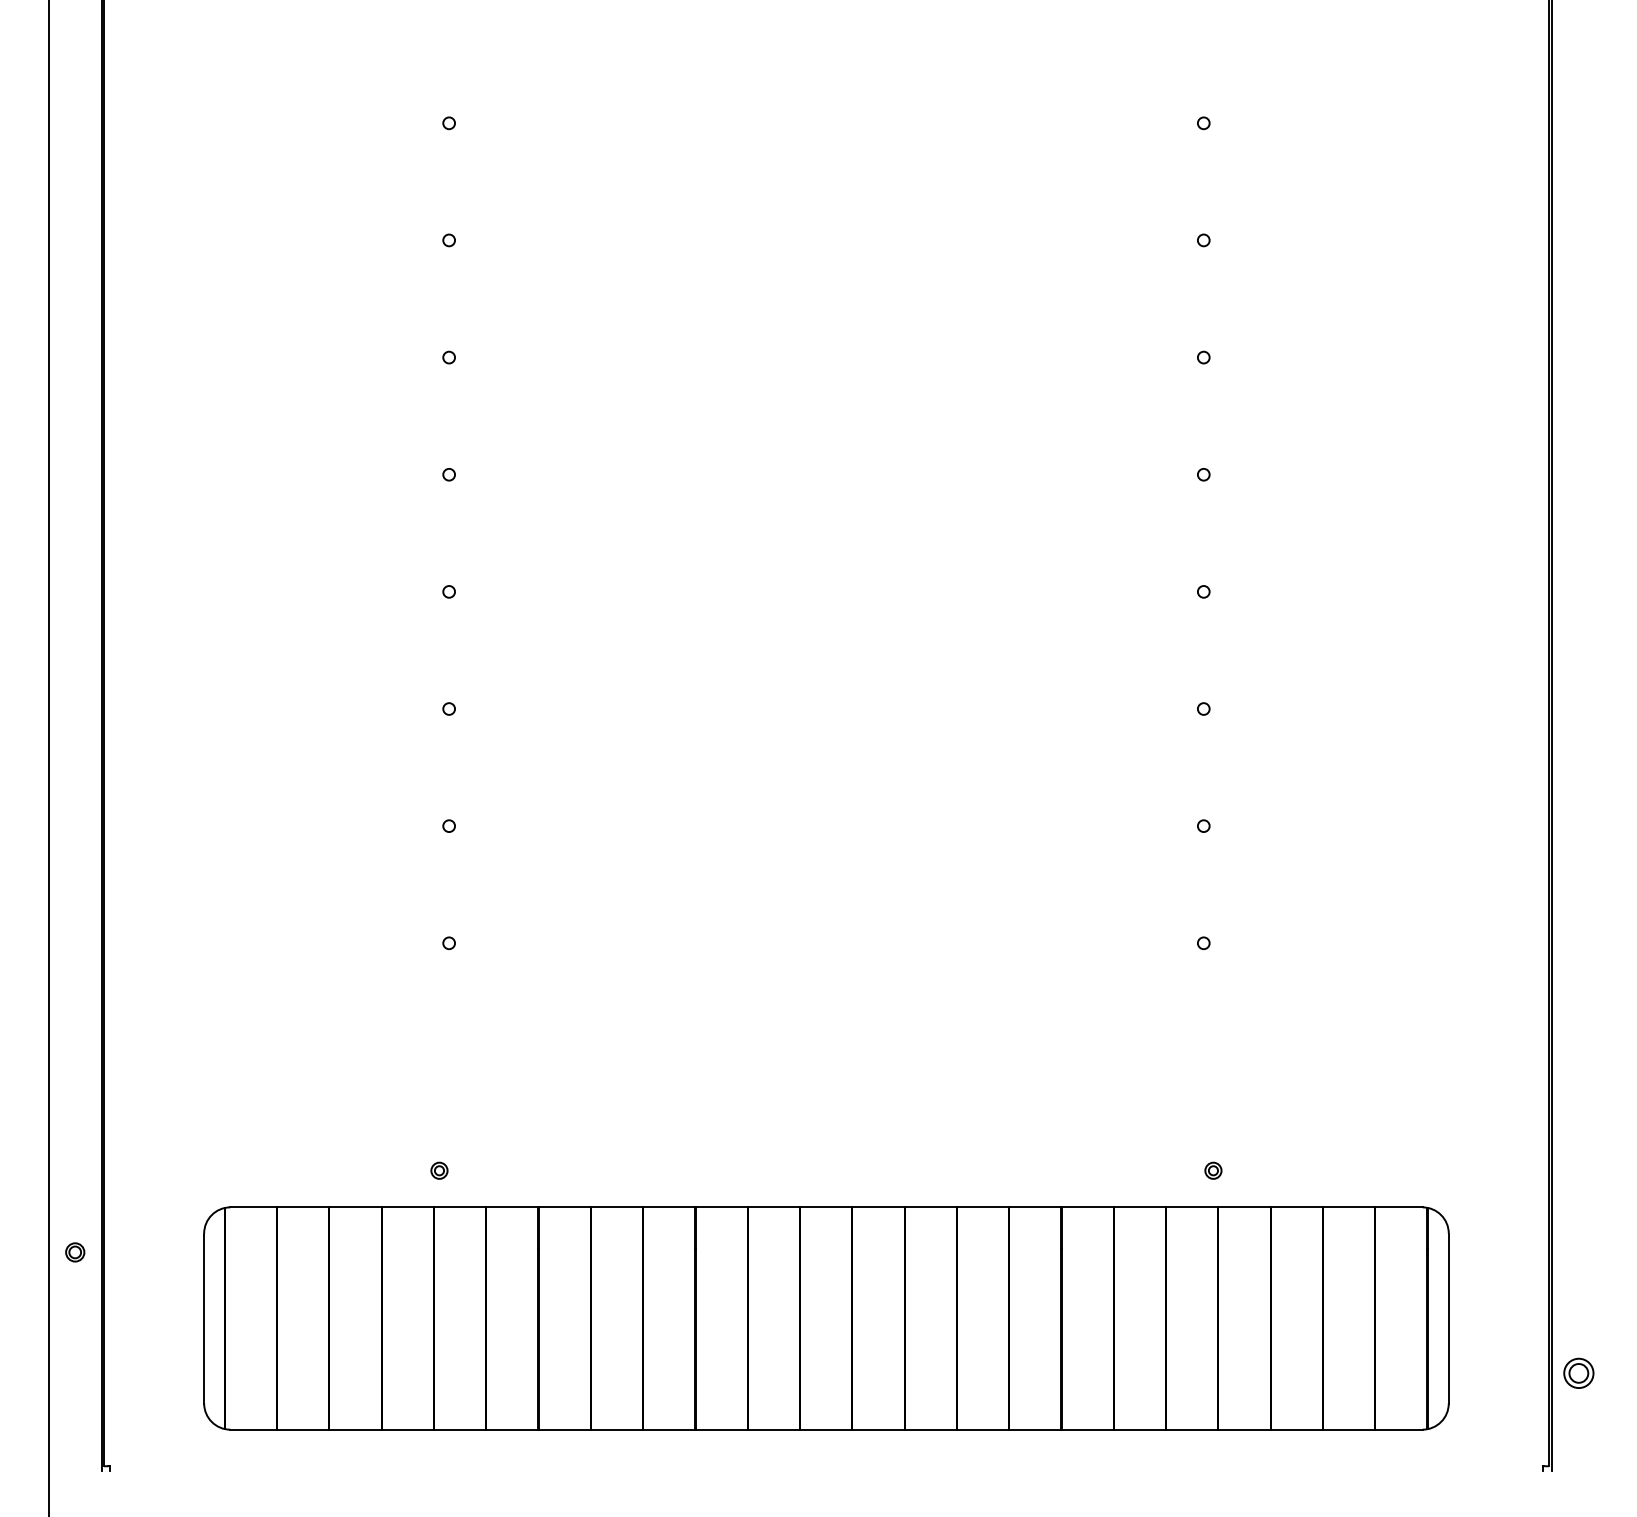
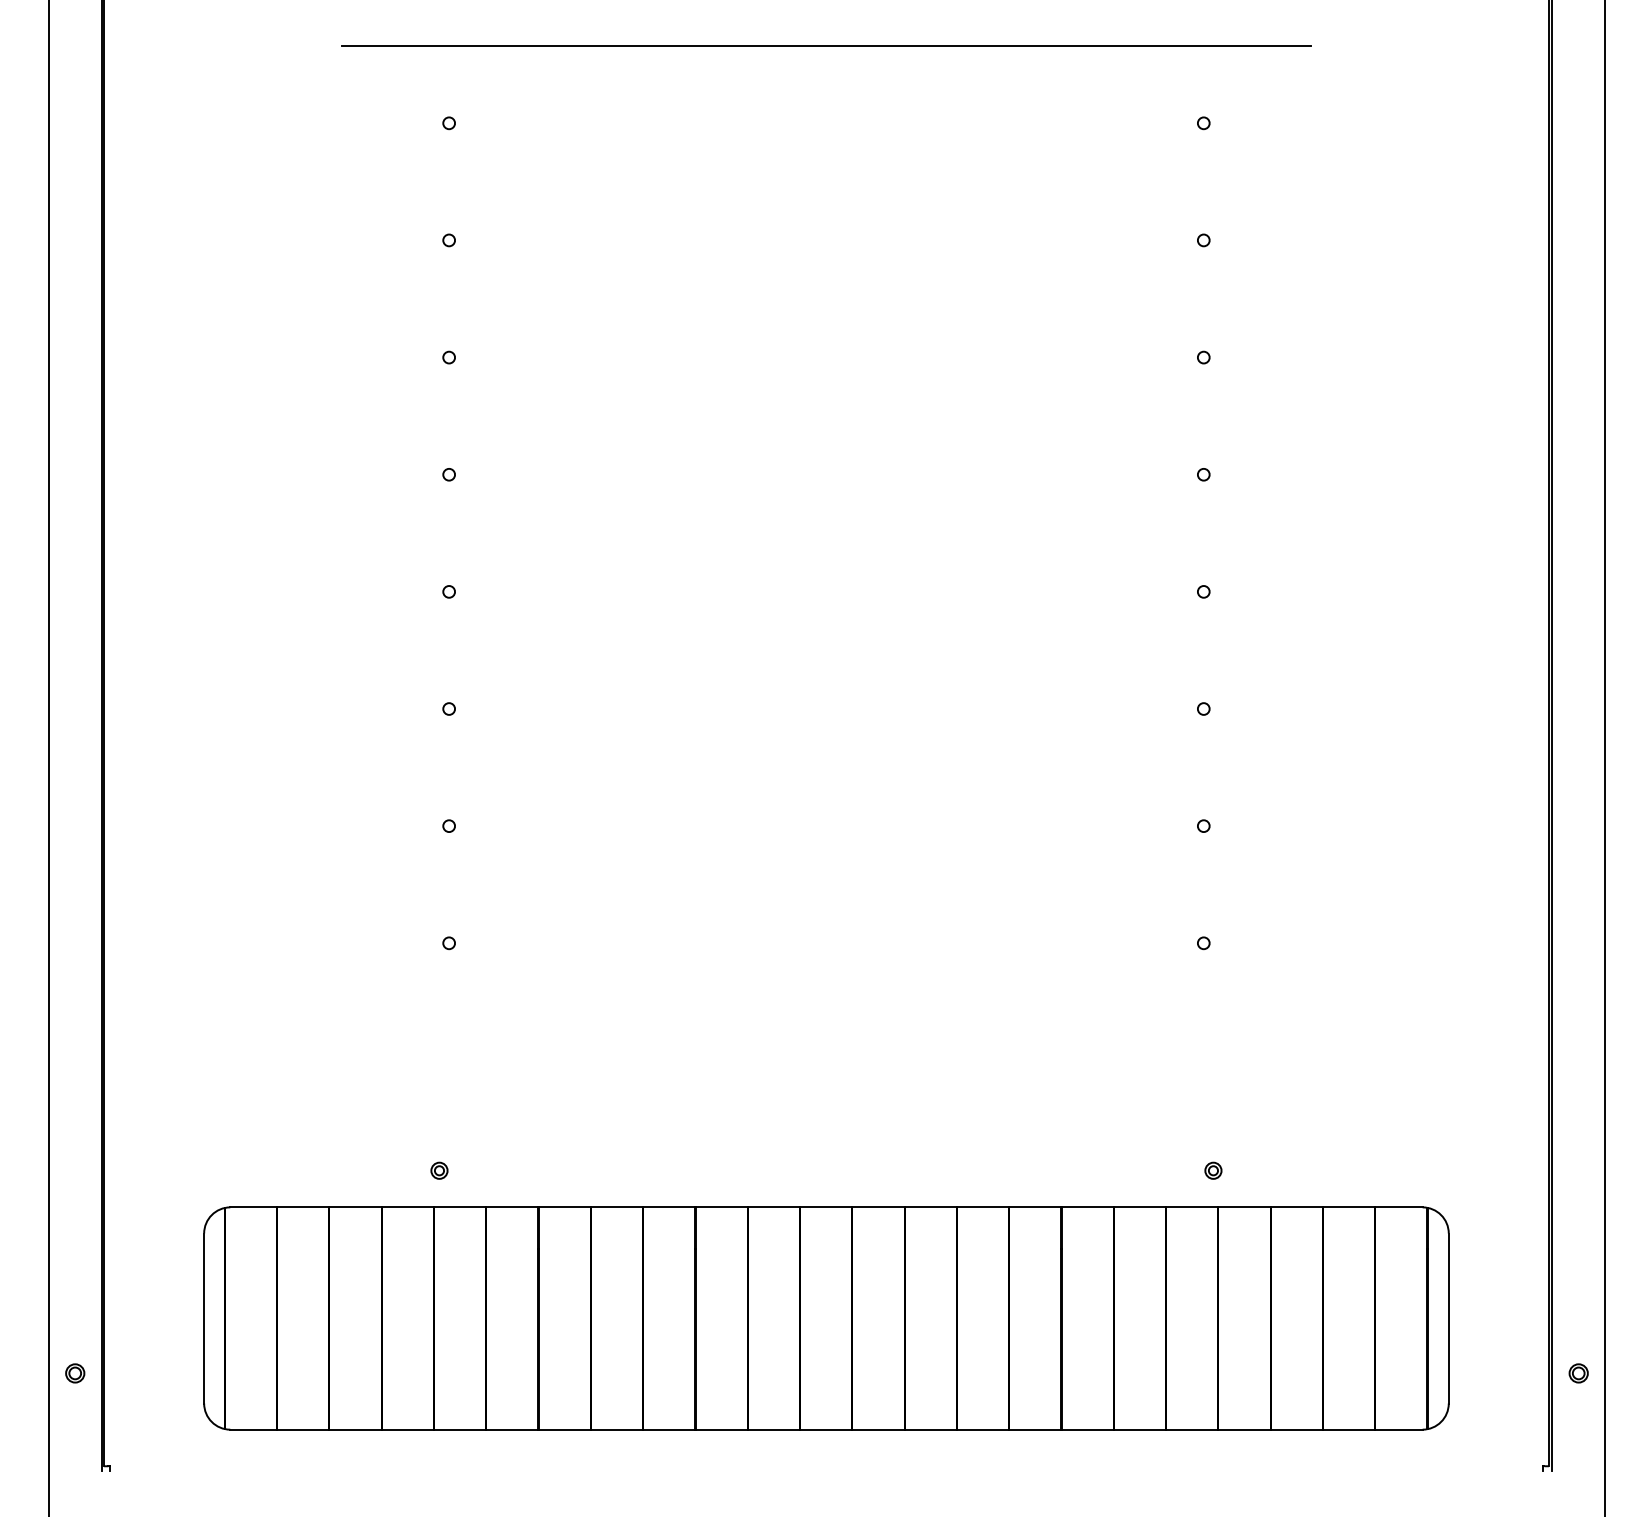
line at (826, 45): none -> present
line at (1604, 757): none -> present
part at (75, 1252) position: (75, 1252) -> (75, 1373)
part at (1578, 1372) size: 32x32 px -> 21x21 px
